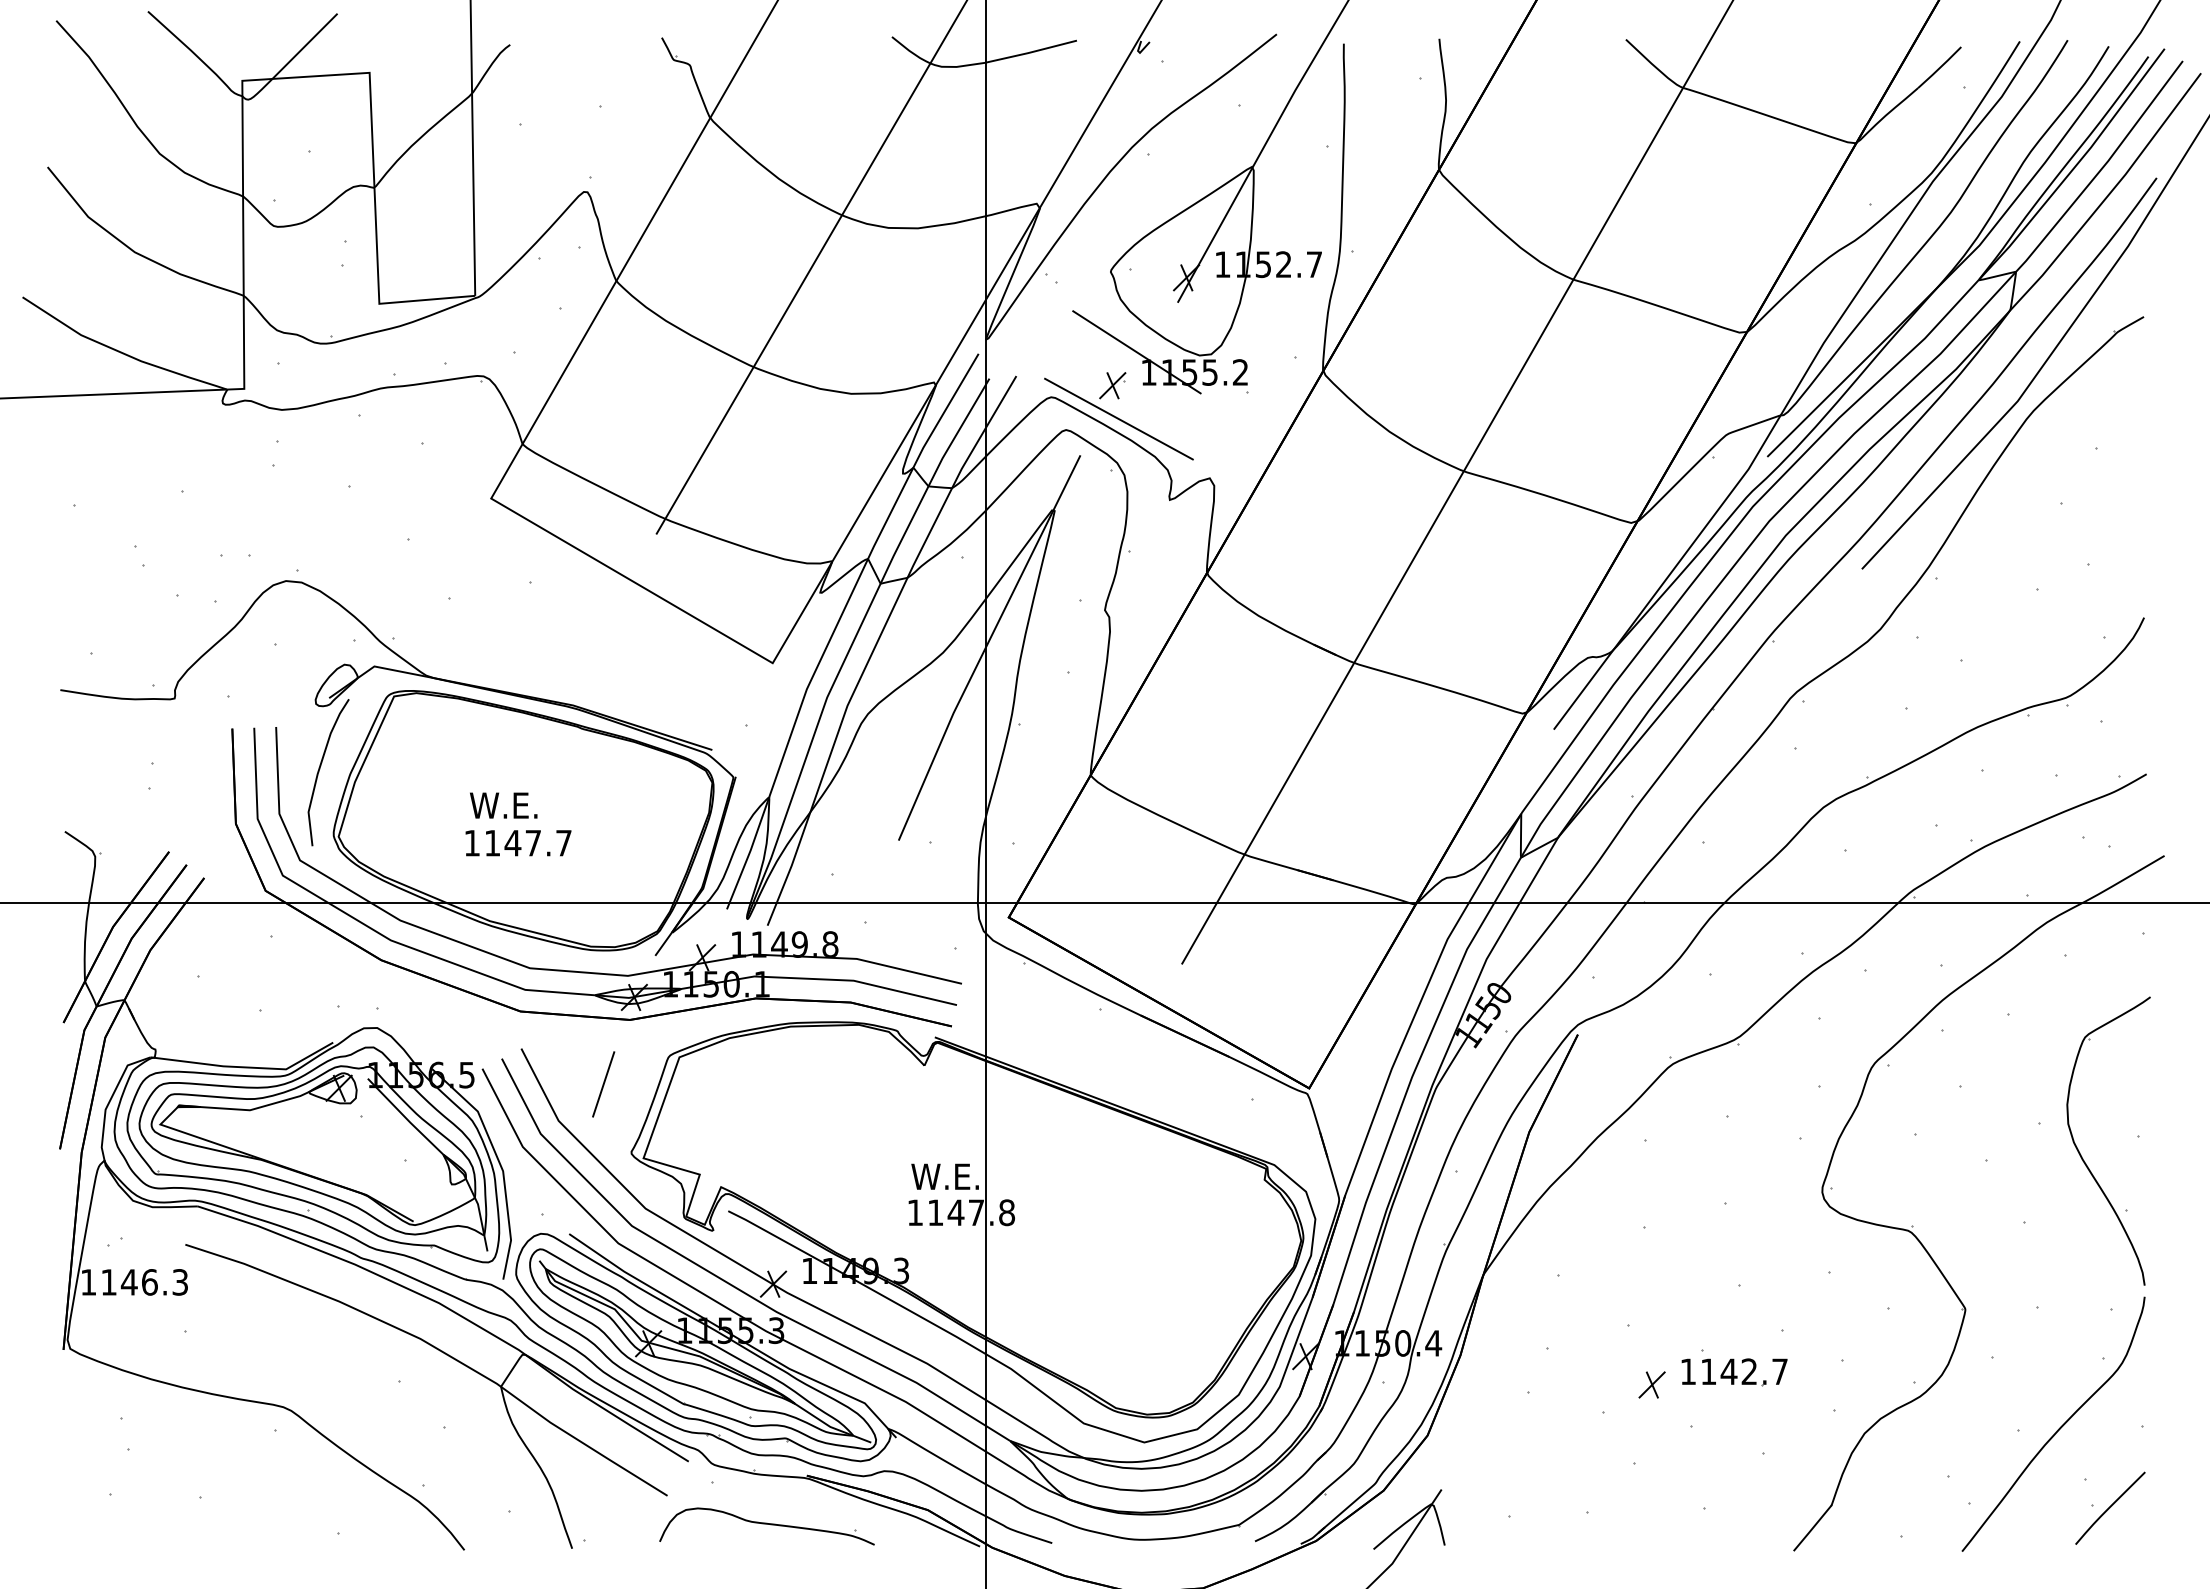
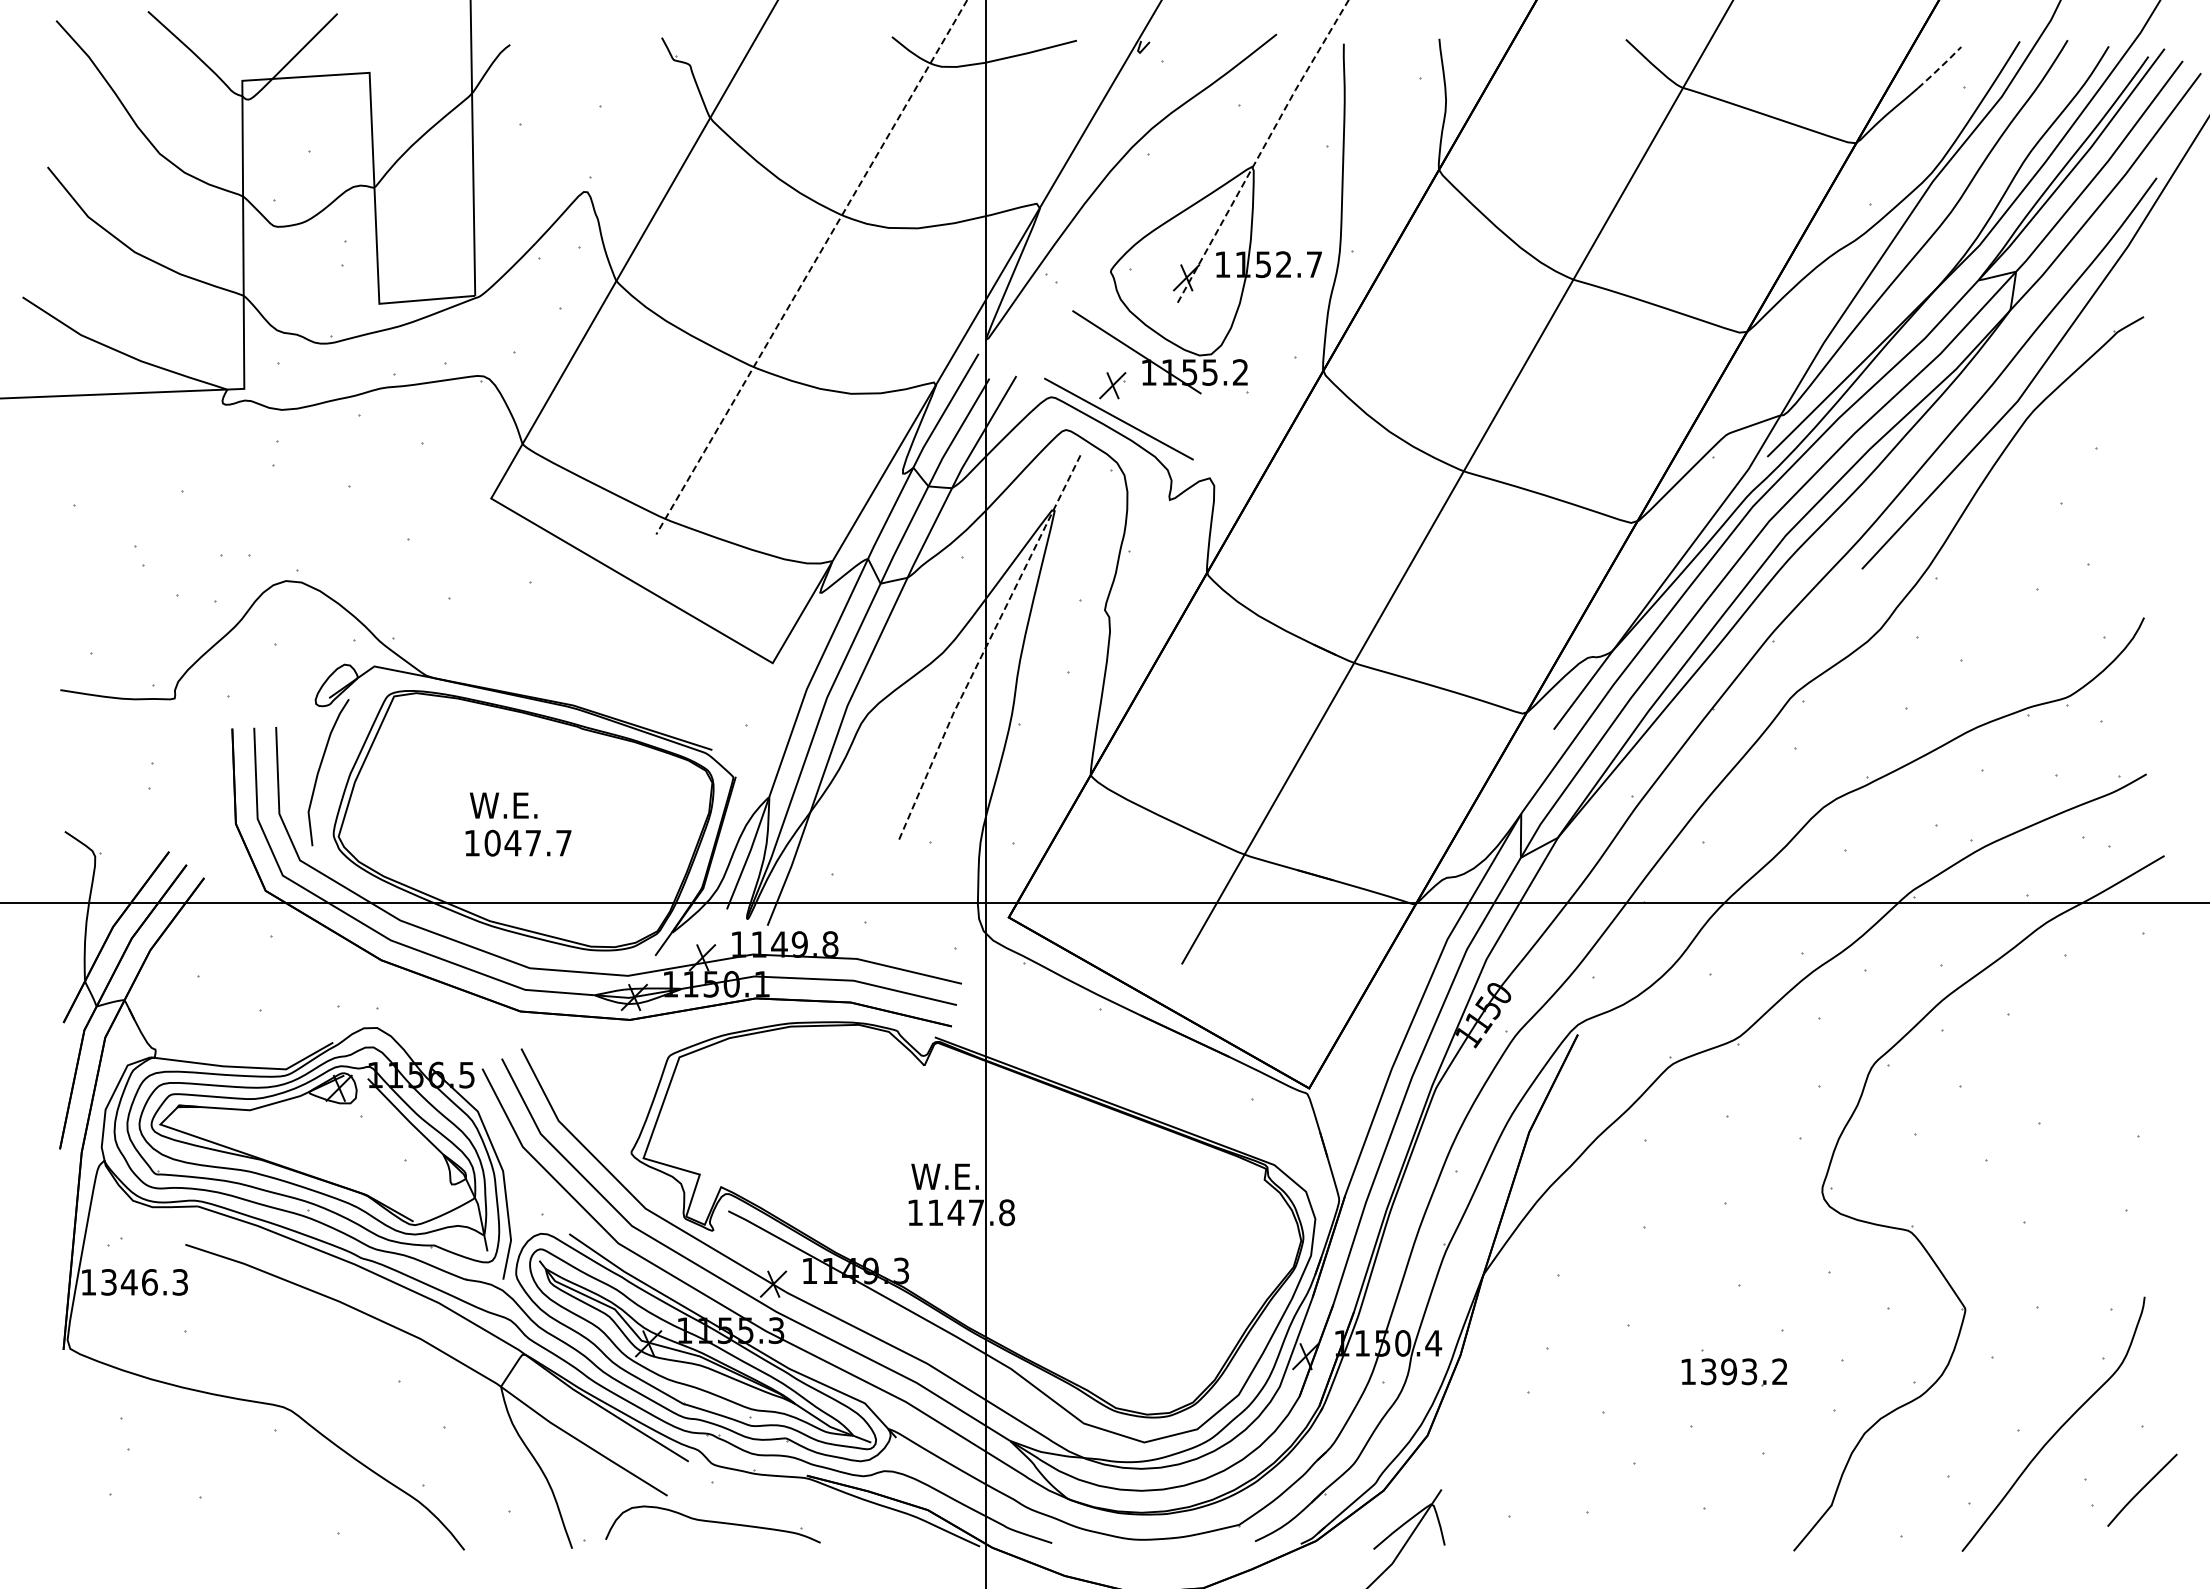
line at (1940, 67): solid -> dashed
line at (1262, 149): solid -> dashed
line at (811, 267): solid -> dashed
line at (986, 646): solid -> dashed
text at (492, 842): 1147.7 -> 1047.7
line at (603, 1084): present -> none
part at (2081, 1154): present -> none
text at (108, 1282): 1146.3 -> 1346.3
text at (1744, 1371): 1142.7 -> 1393.2
part at (1651, 1384): present -> none
curve at (2110, 1507) position: (2110, 1507) -> (2142, 1489)
part at (766, 1526) position: (766, 1526) -> (712, 1524)
